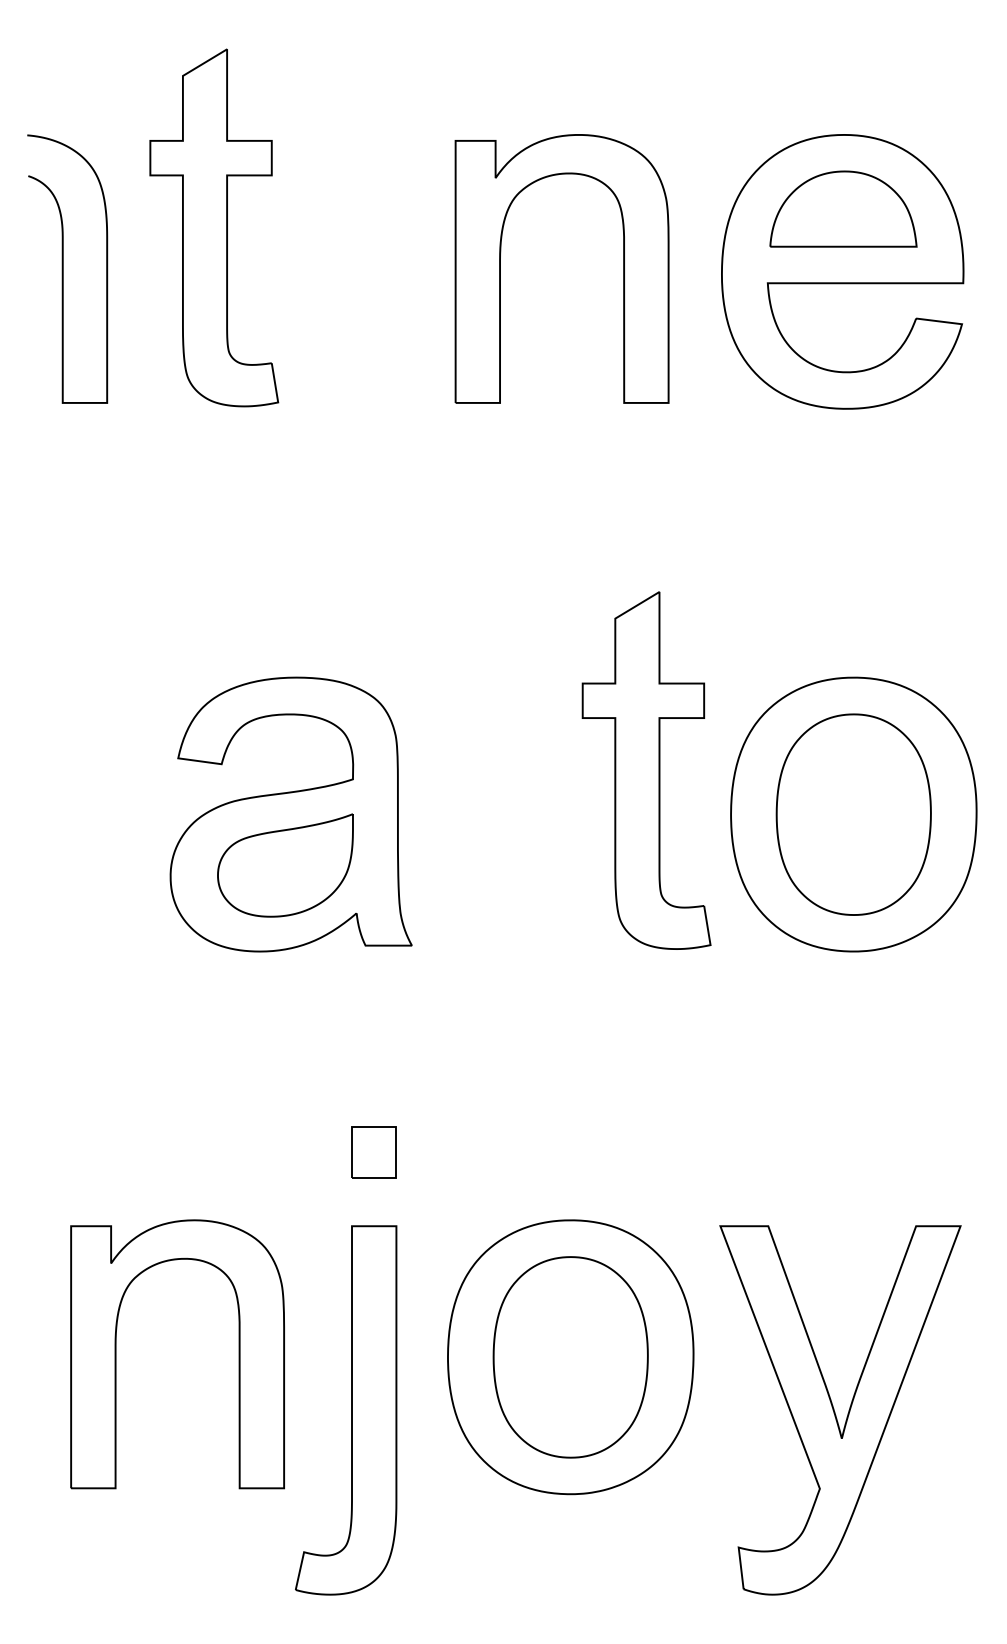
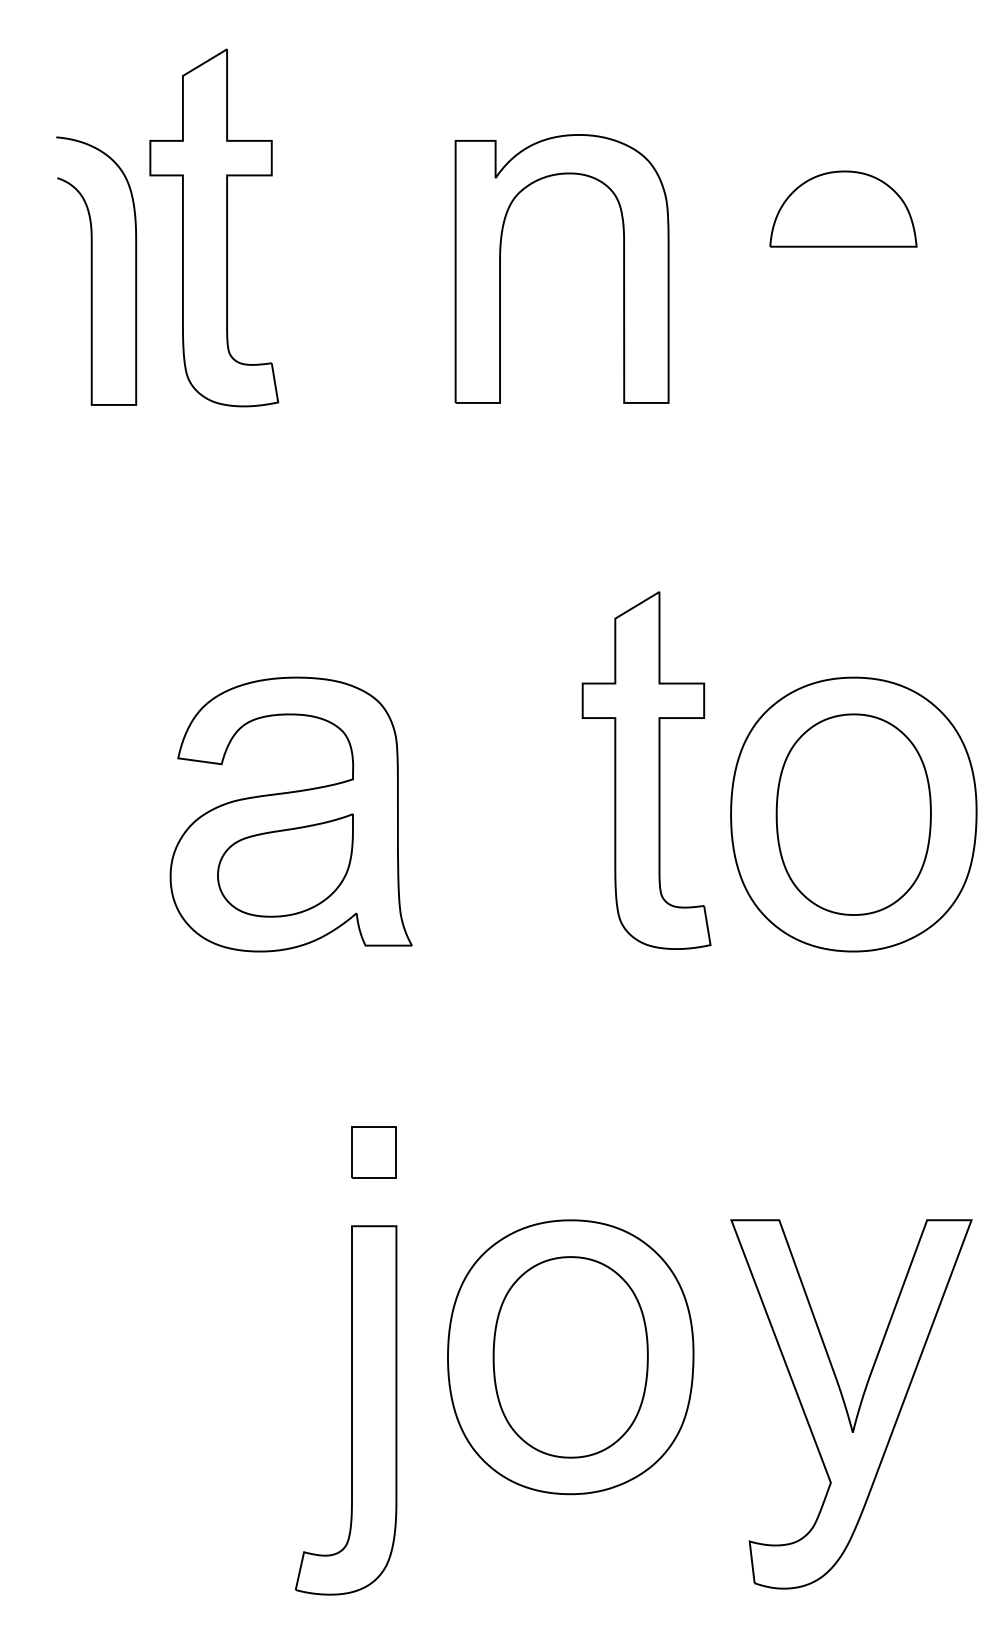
curve at (63, 268) position: (63, 268) -> (92, 270)
part at (842, 271): present -> none
part at (116, 1354): present -> none
part at (840, 1410) position: (840, 1410) -> (851, 1404)
